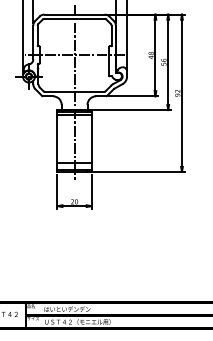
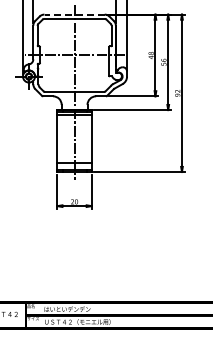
line at (74, 14): solid -> dashed
